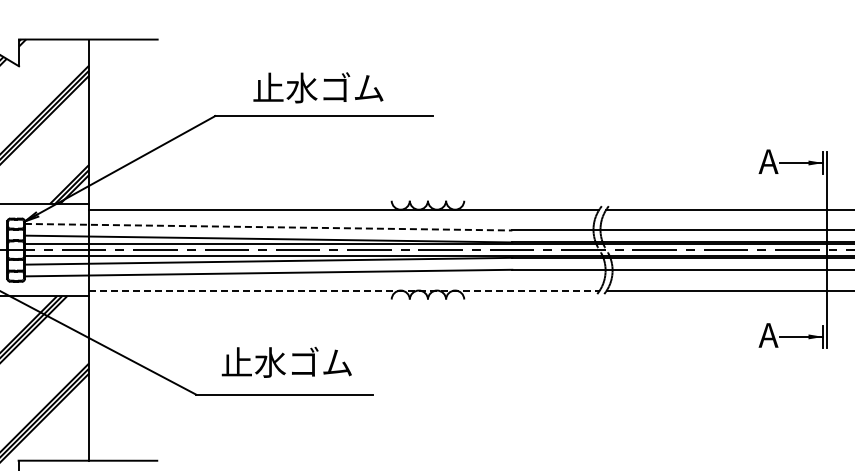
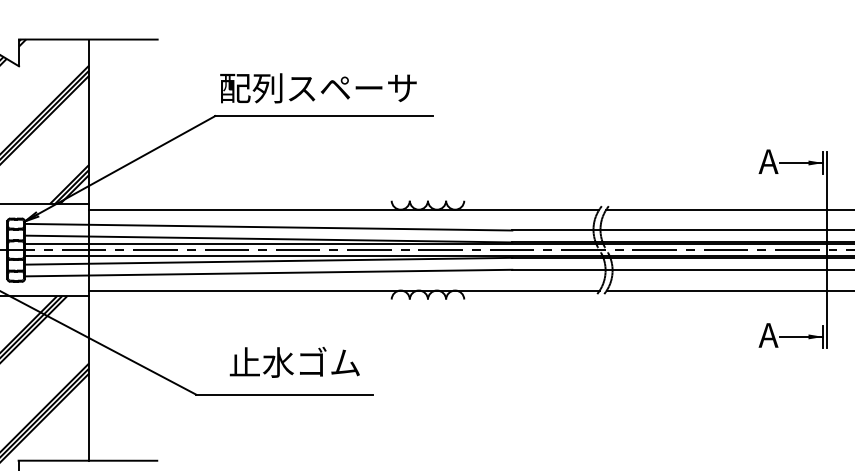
text at (318, 87): 止水ゴム -> 配列スペーサ
line at (268, 227): dashed -> solid
line at (344, 290): dashed -> solid
text at (286, 362) position: (286, 362) -> (294, 362)
